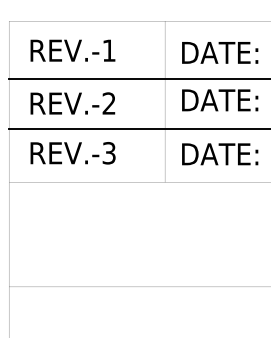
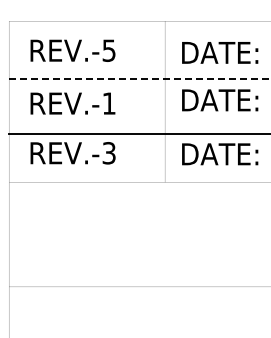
text at (108, 50): REV.-1 -> REV.-5
line at (140, 78): solid -> dashed
text at (108, 103): REV.-2 -> REV.-1
line at (138, 129) position: (138, 129) -> (138, 134)
